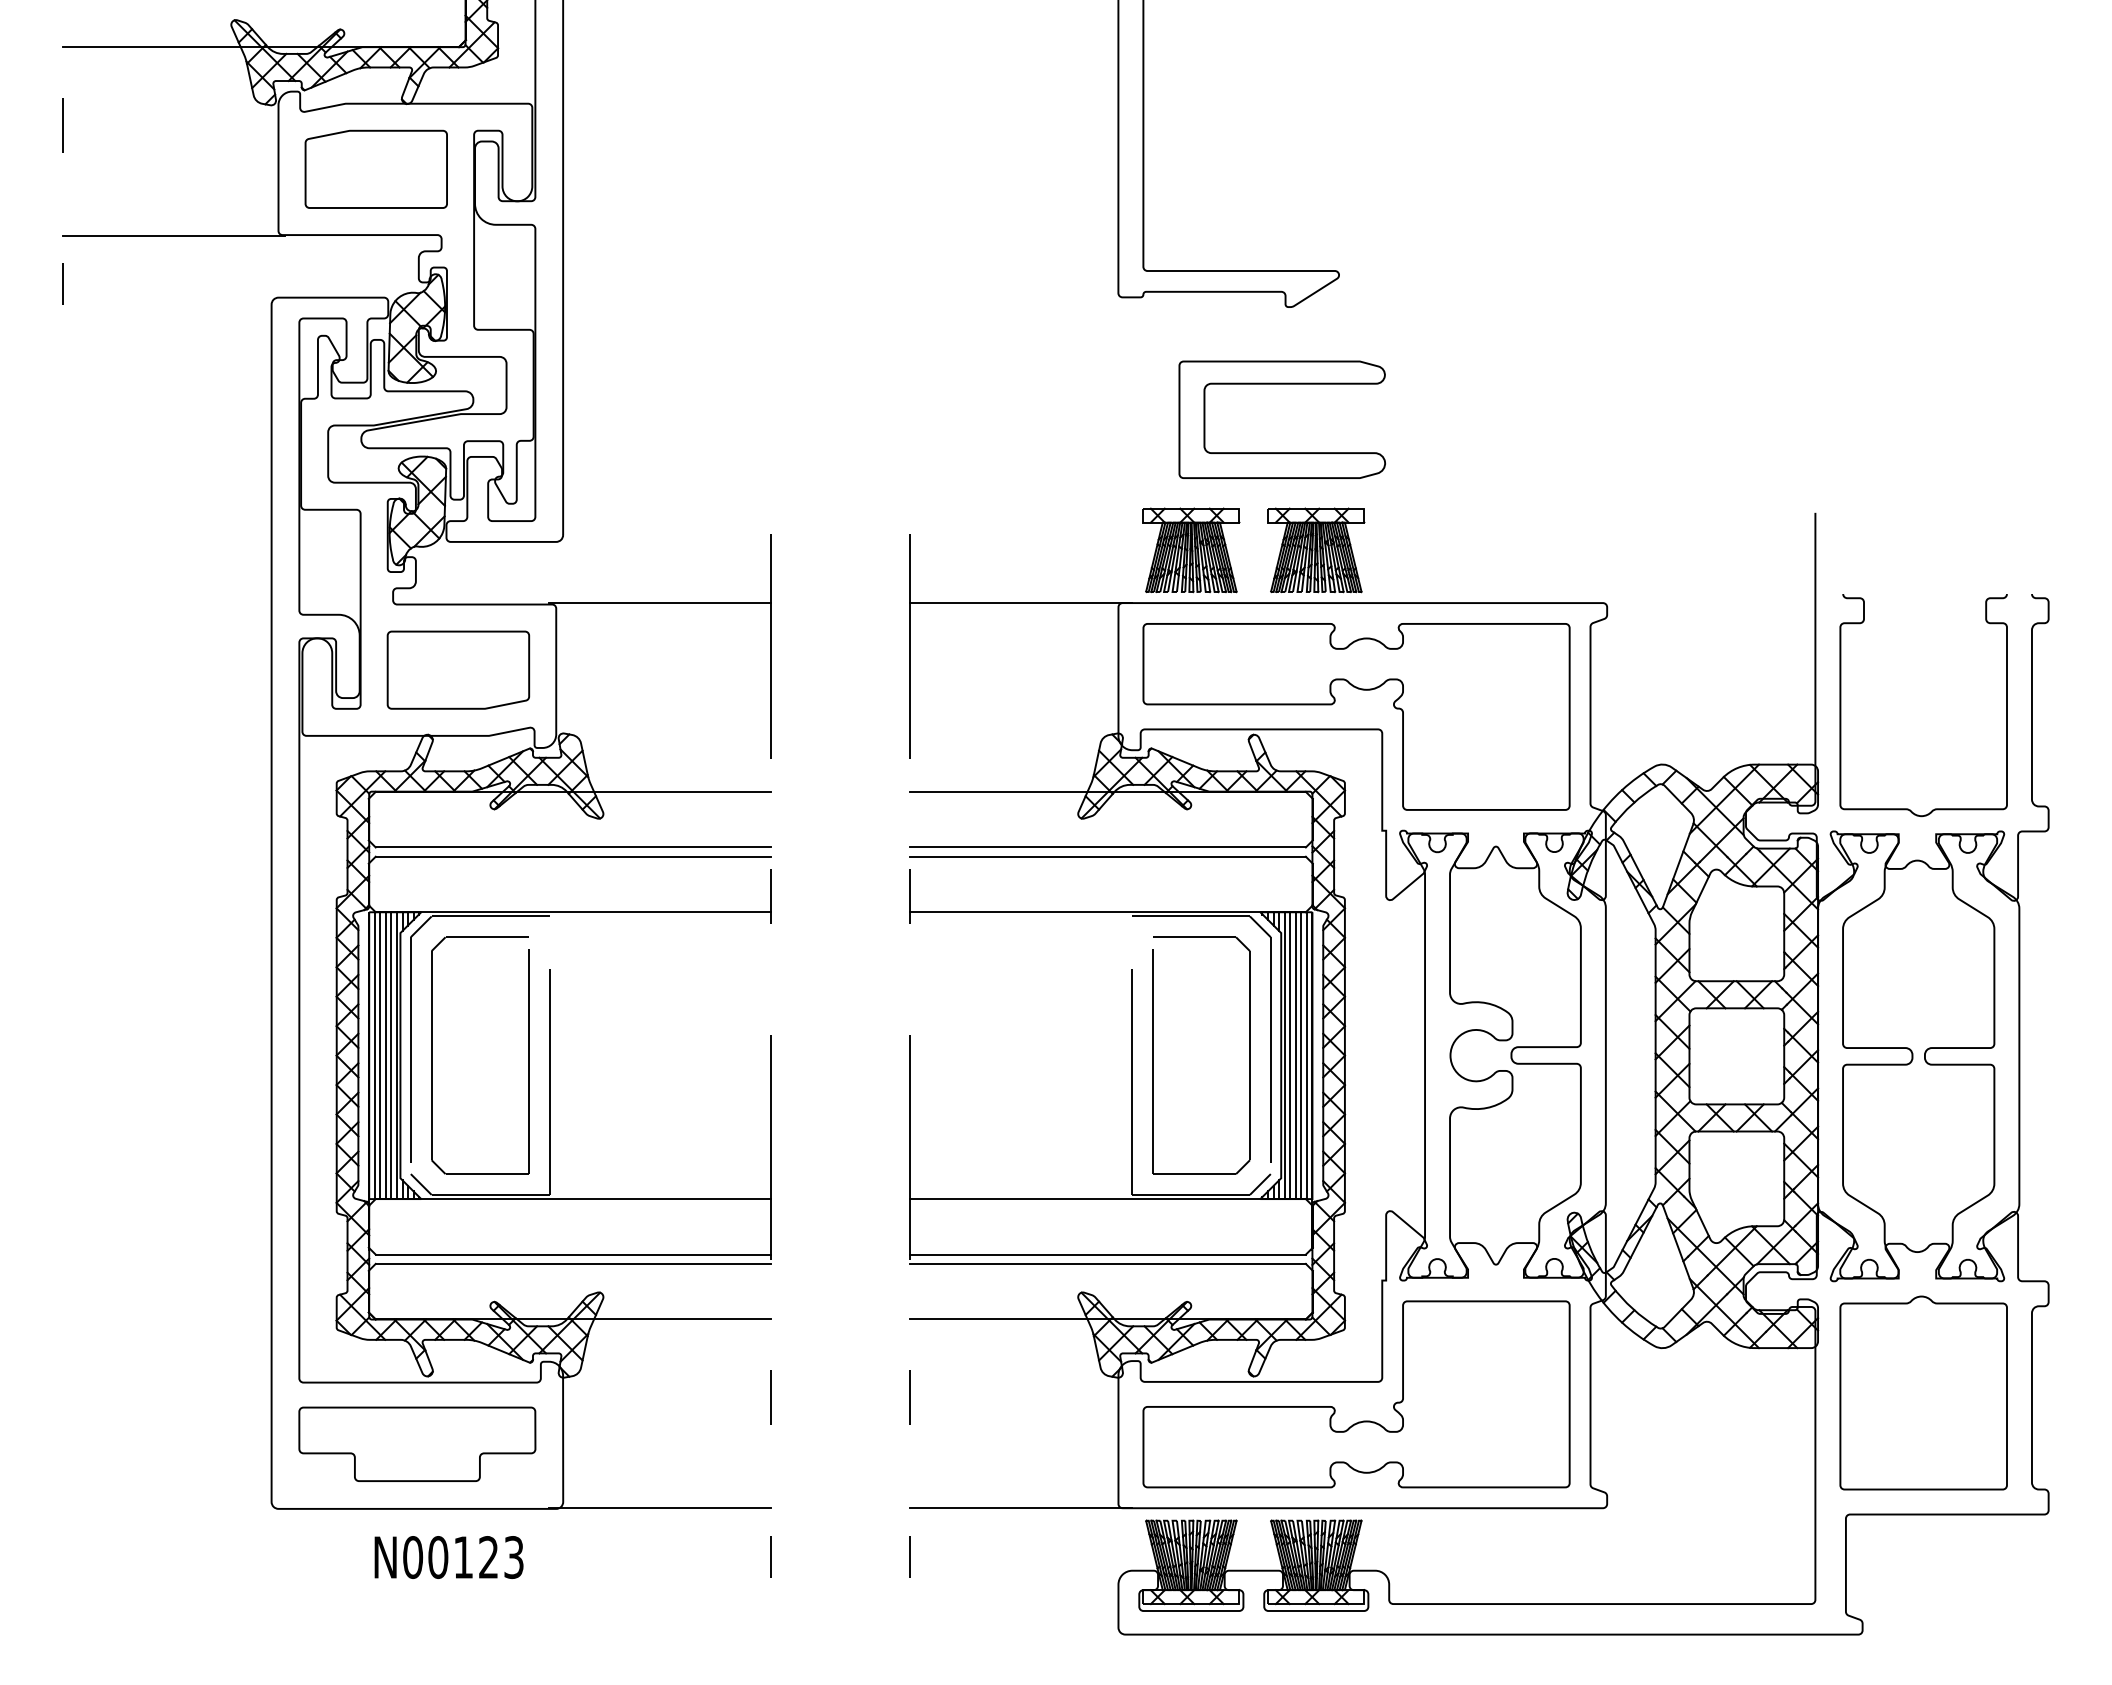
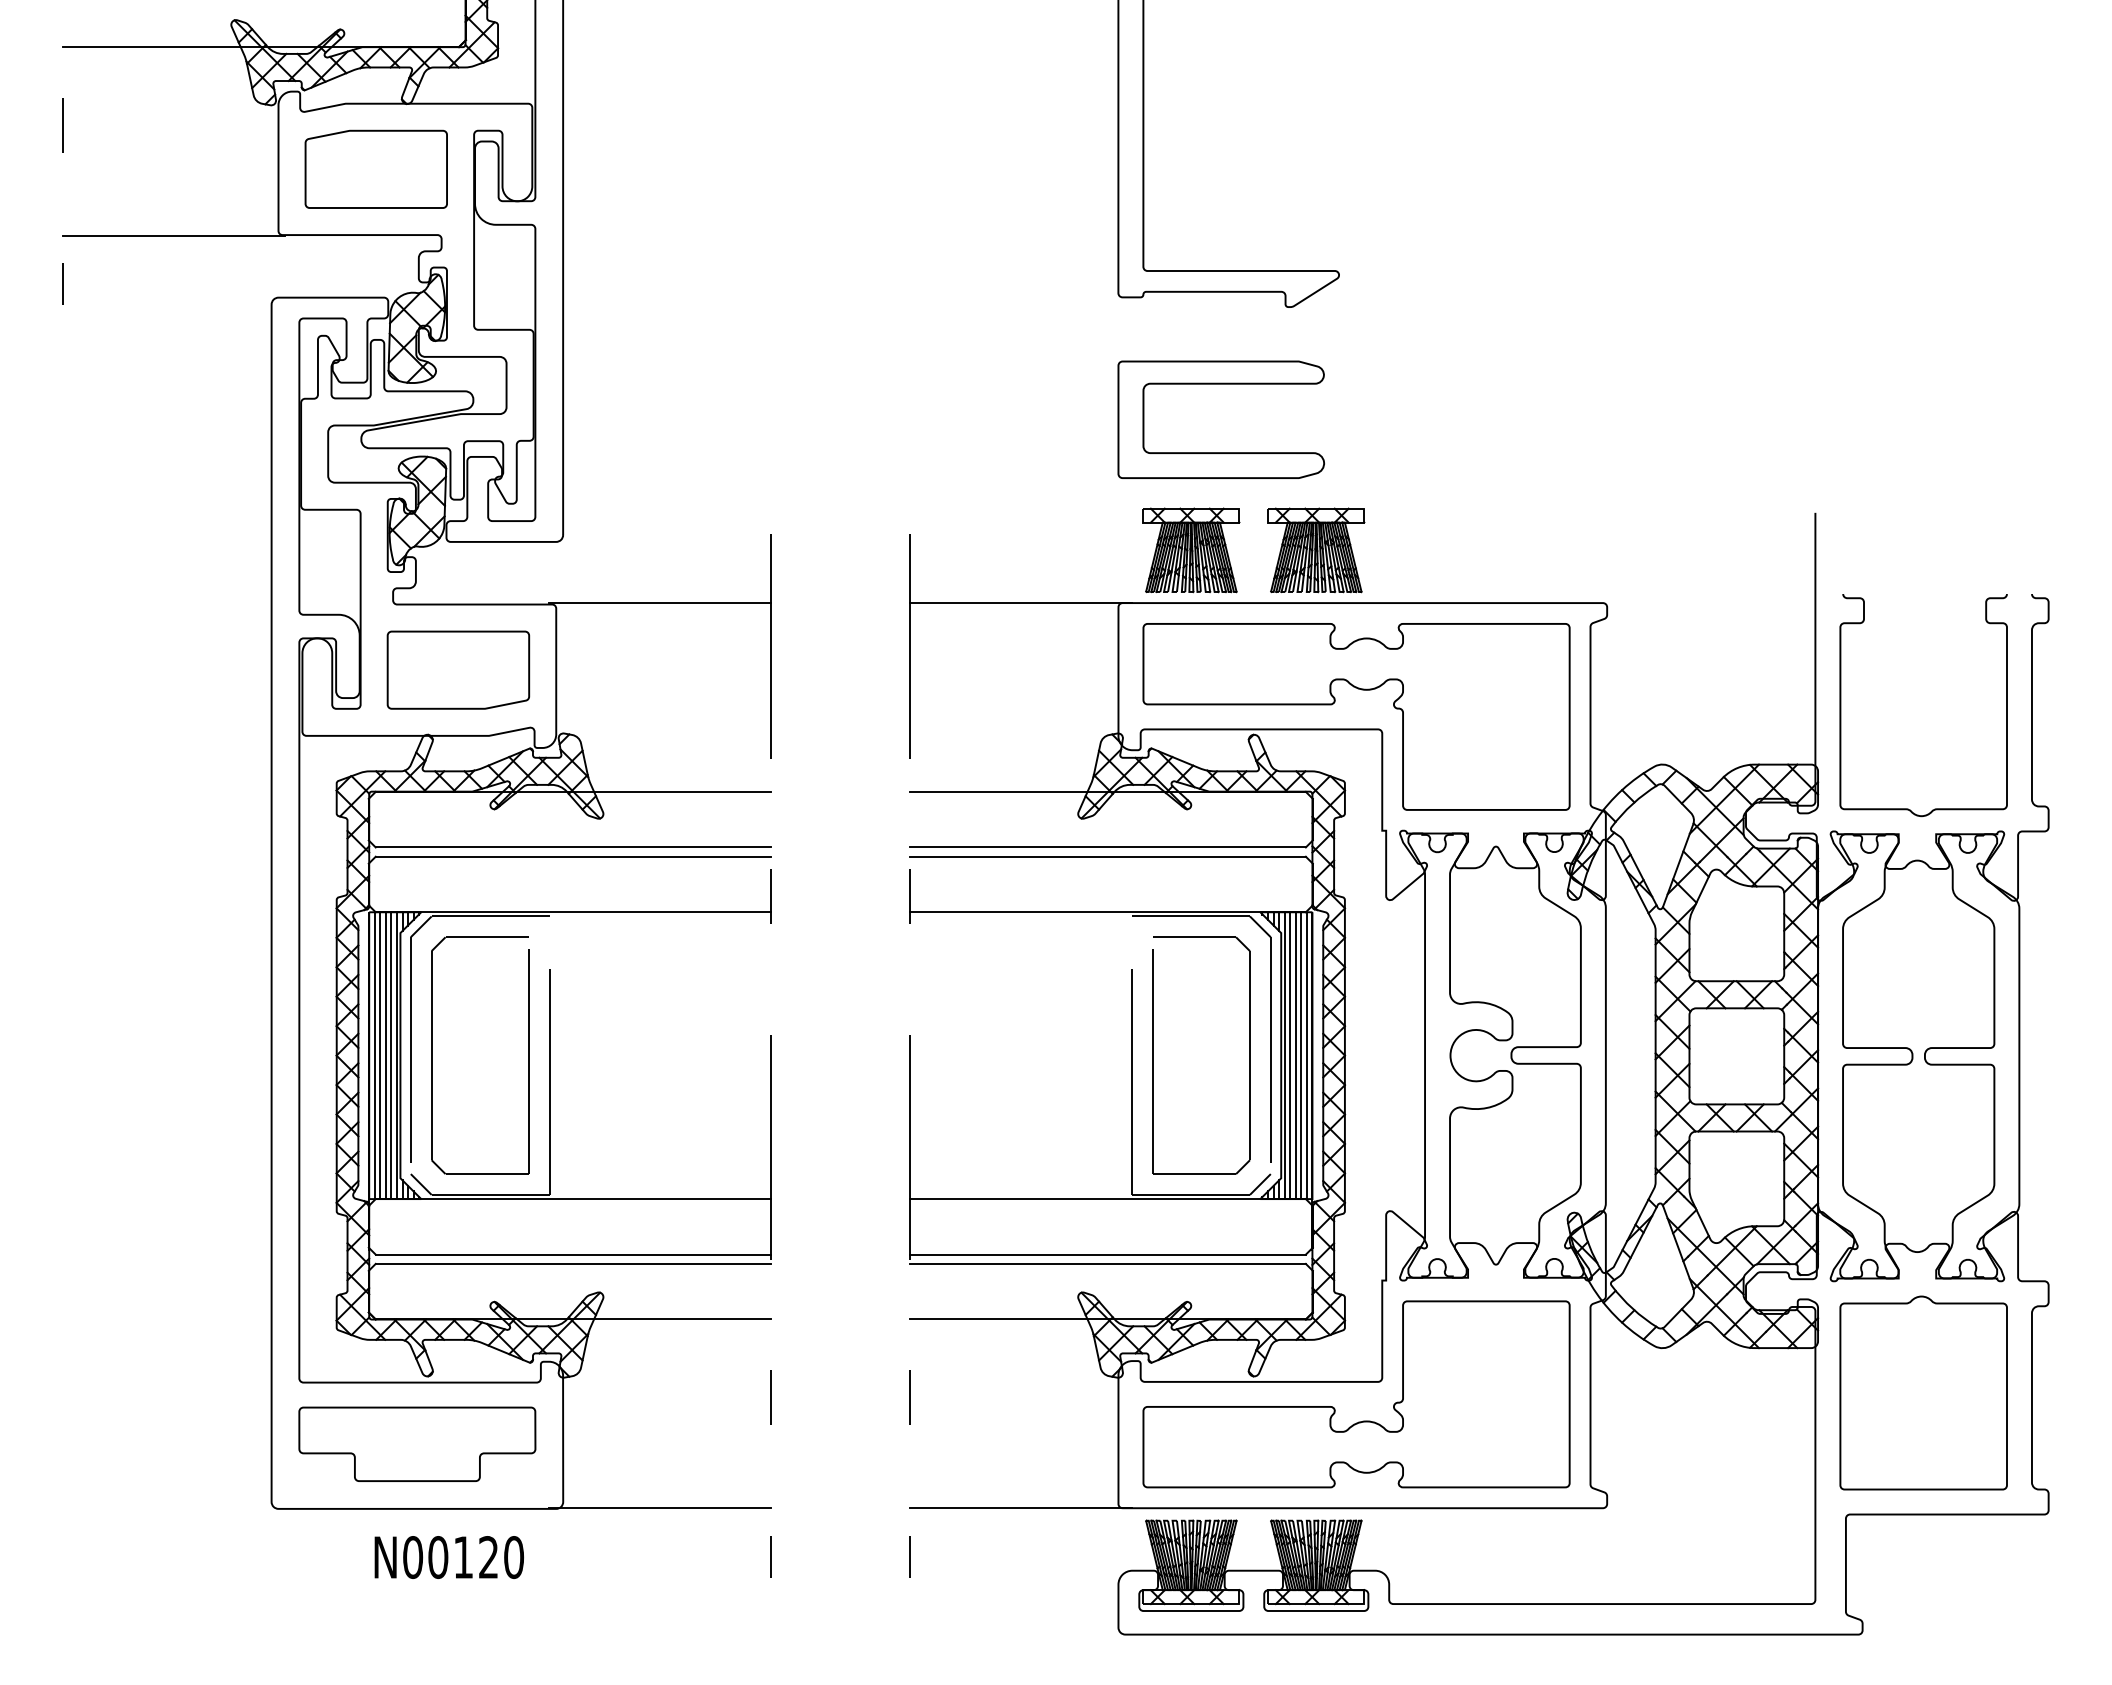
part at (1281, 452) position: (1281, 452) -> (1220, 452)
text at (514, 1557): N00123 -> N00120
